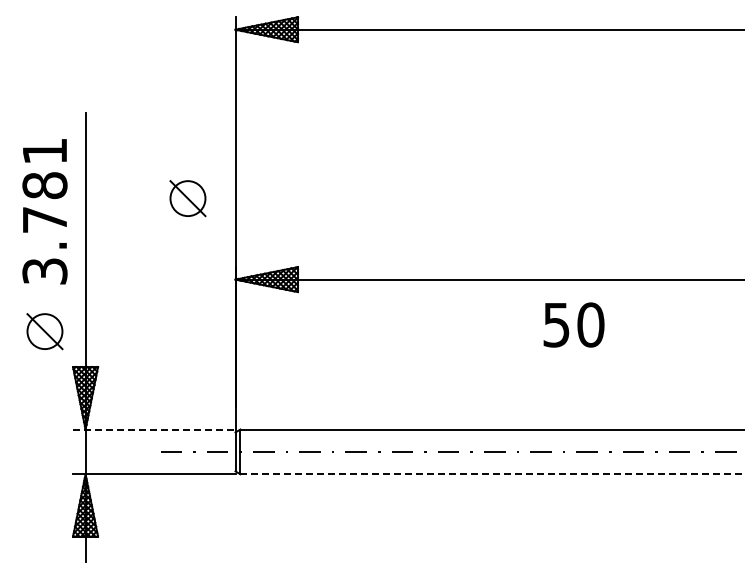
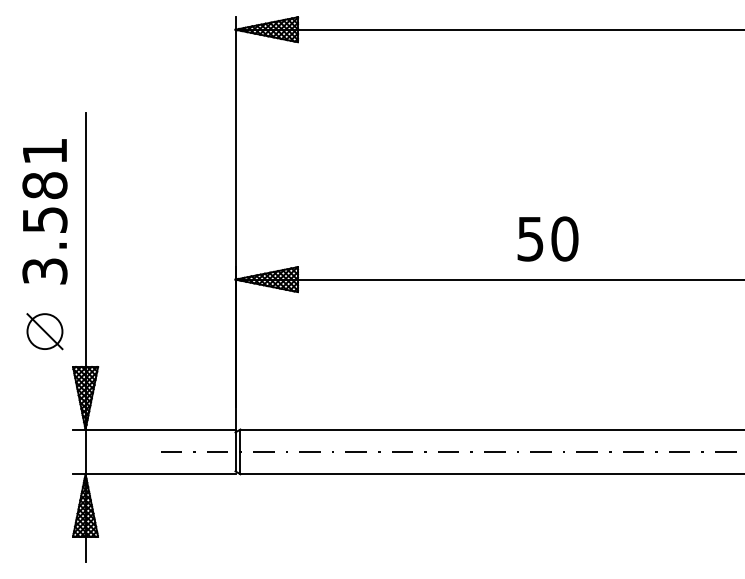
part at (187, 198): present -> none
text at (45, 219): 3.781 -> 3.581
text at (573, 324) position: (573, 324) -> (547, 238)
line at (154, 429): dashed -> solid
line at (492, 474): dashed -> solid
